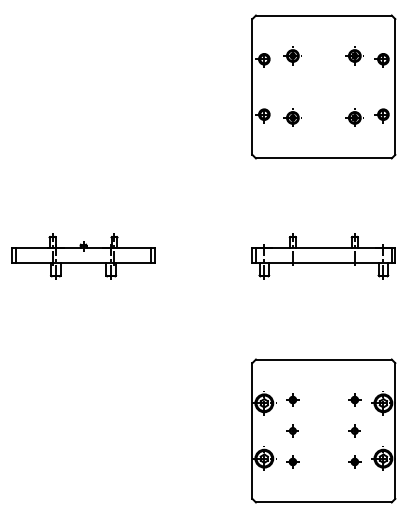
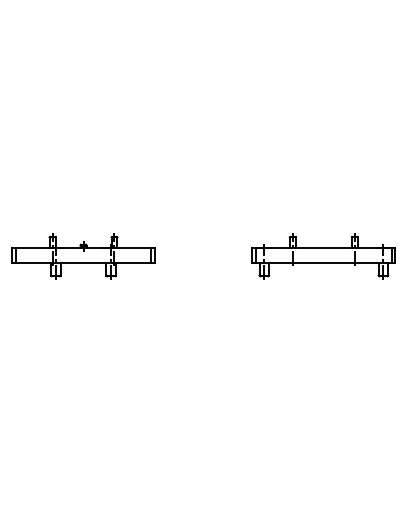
part at (323, 86): present -> none
part at (323, 430): present -> none
